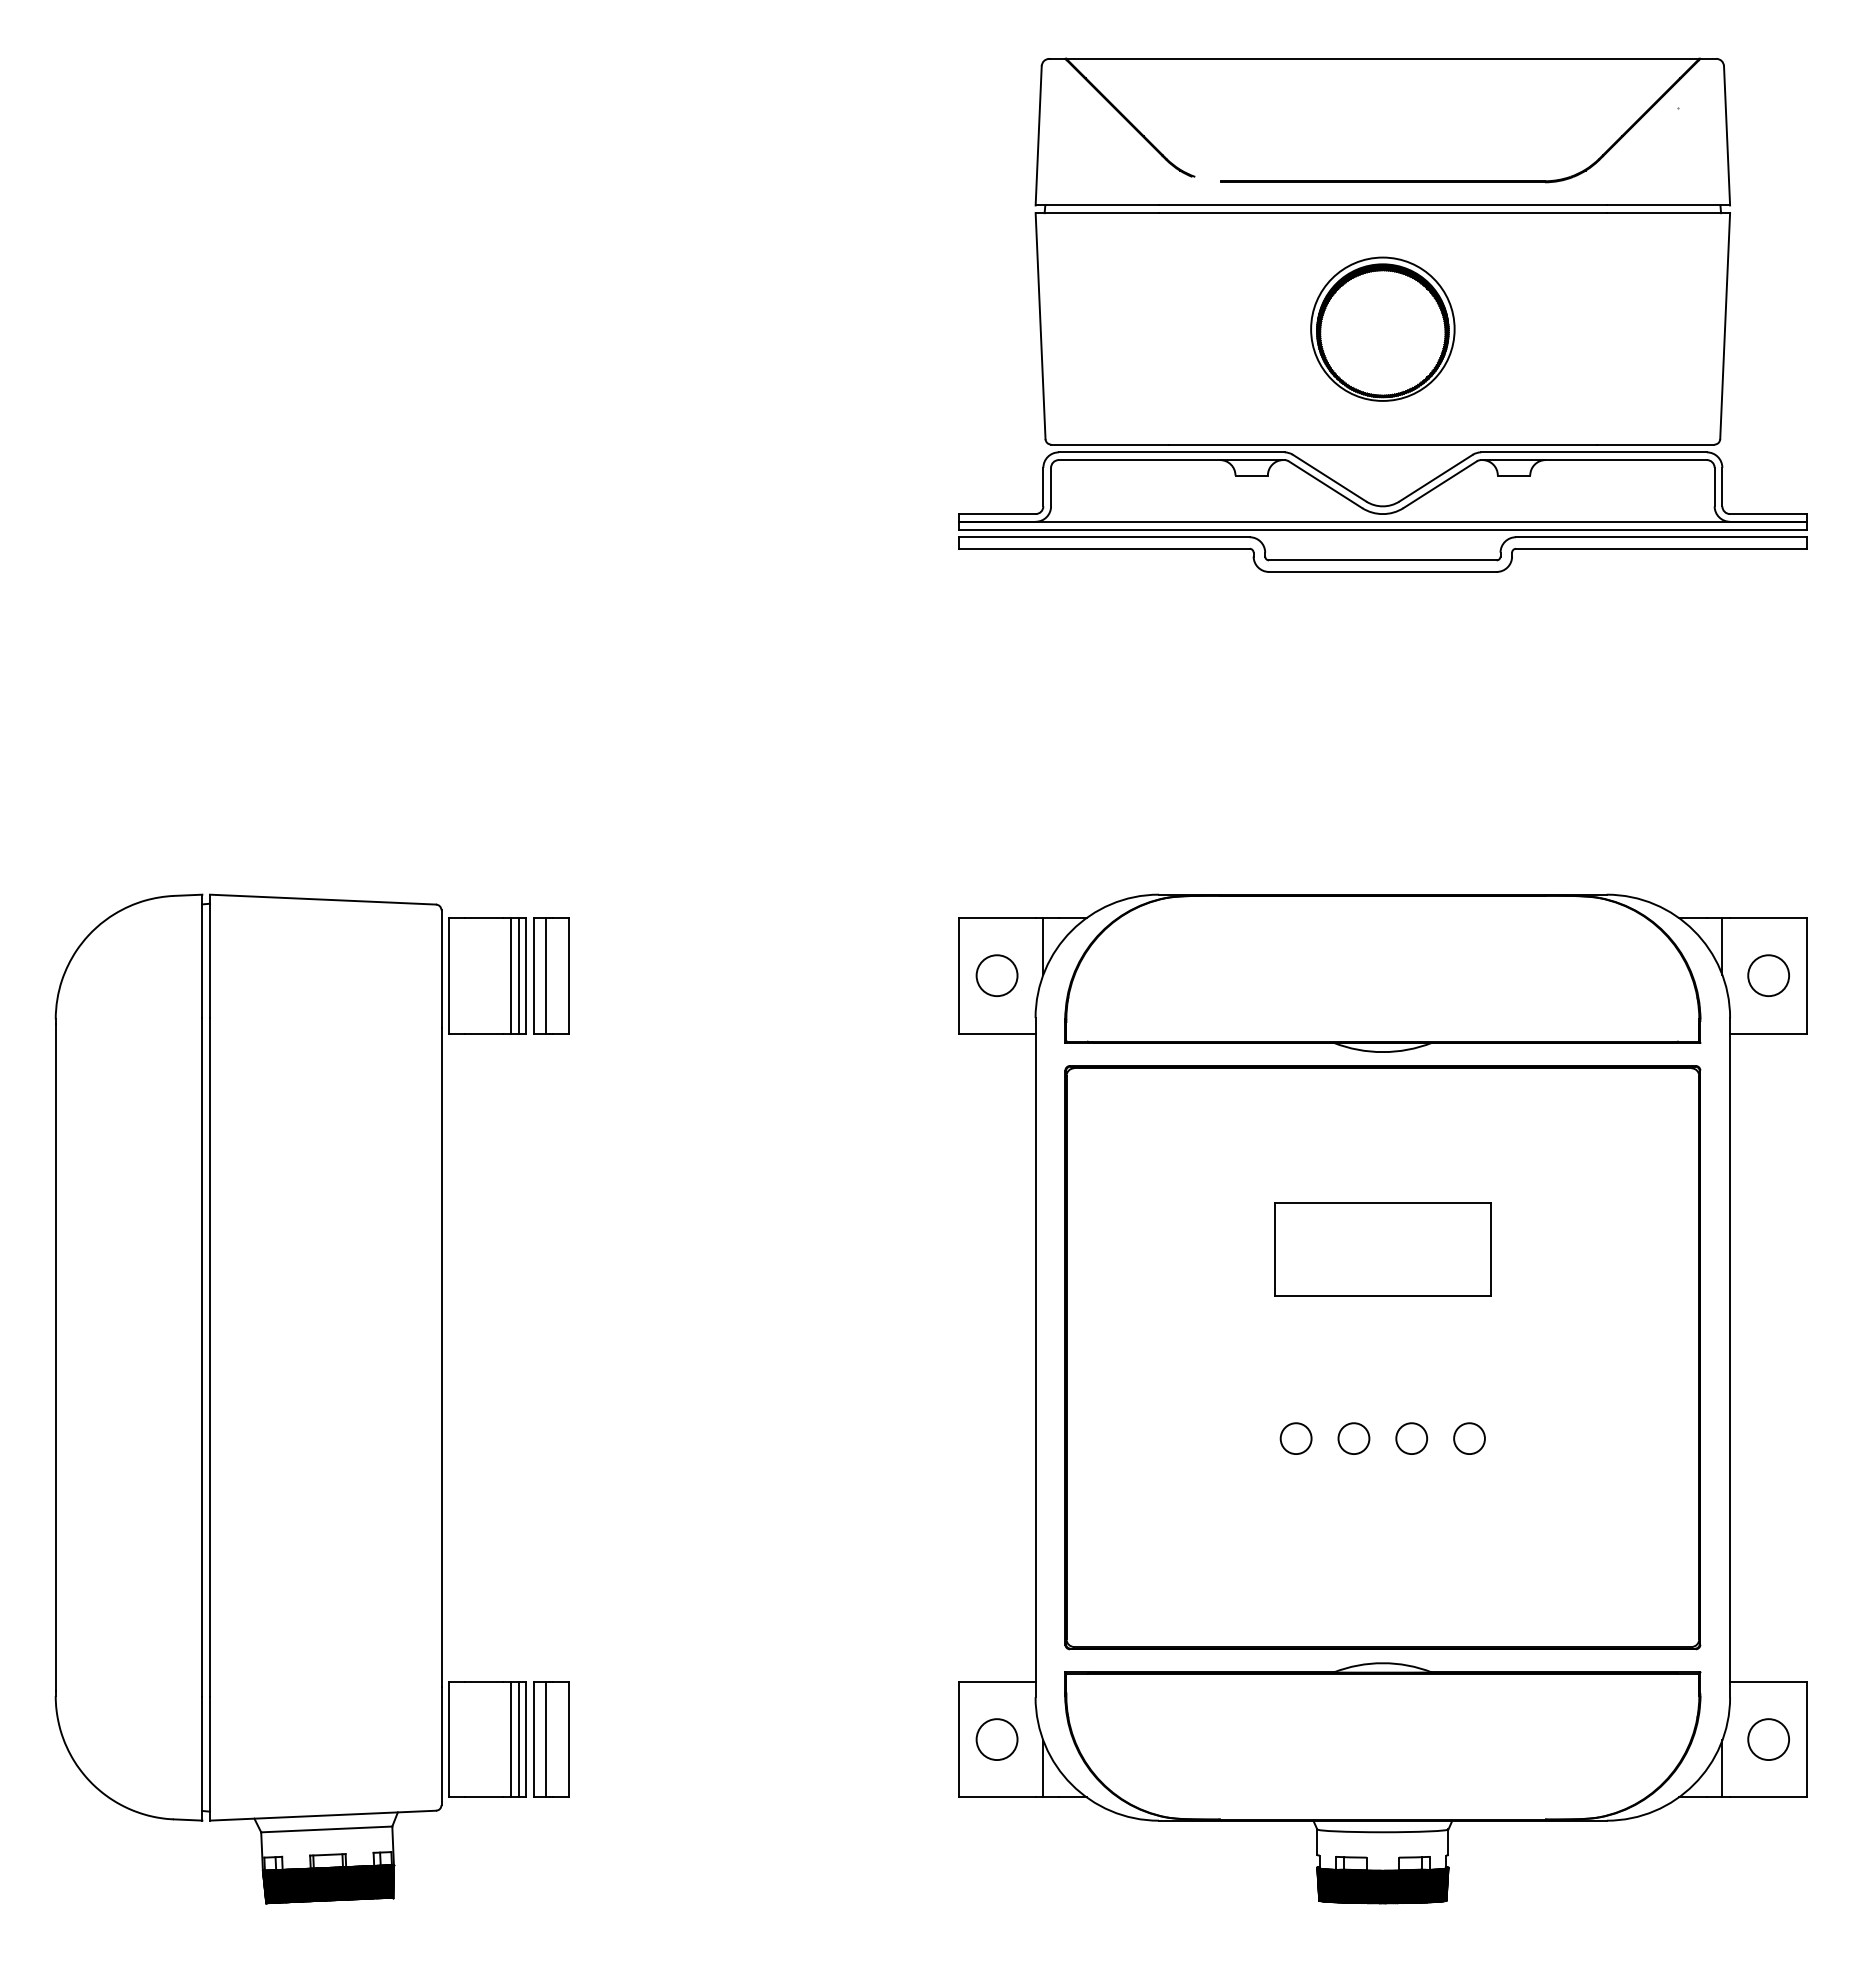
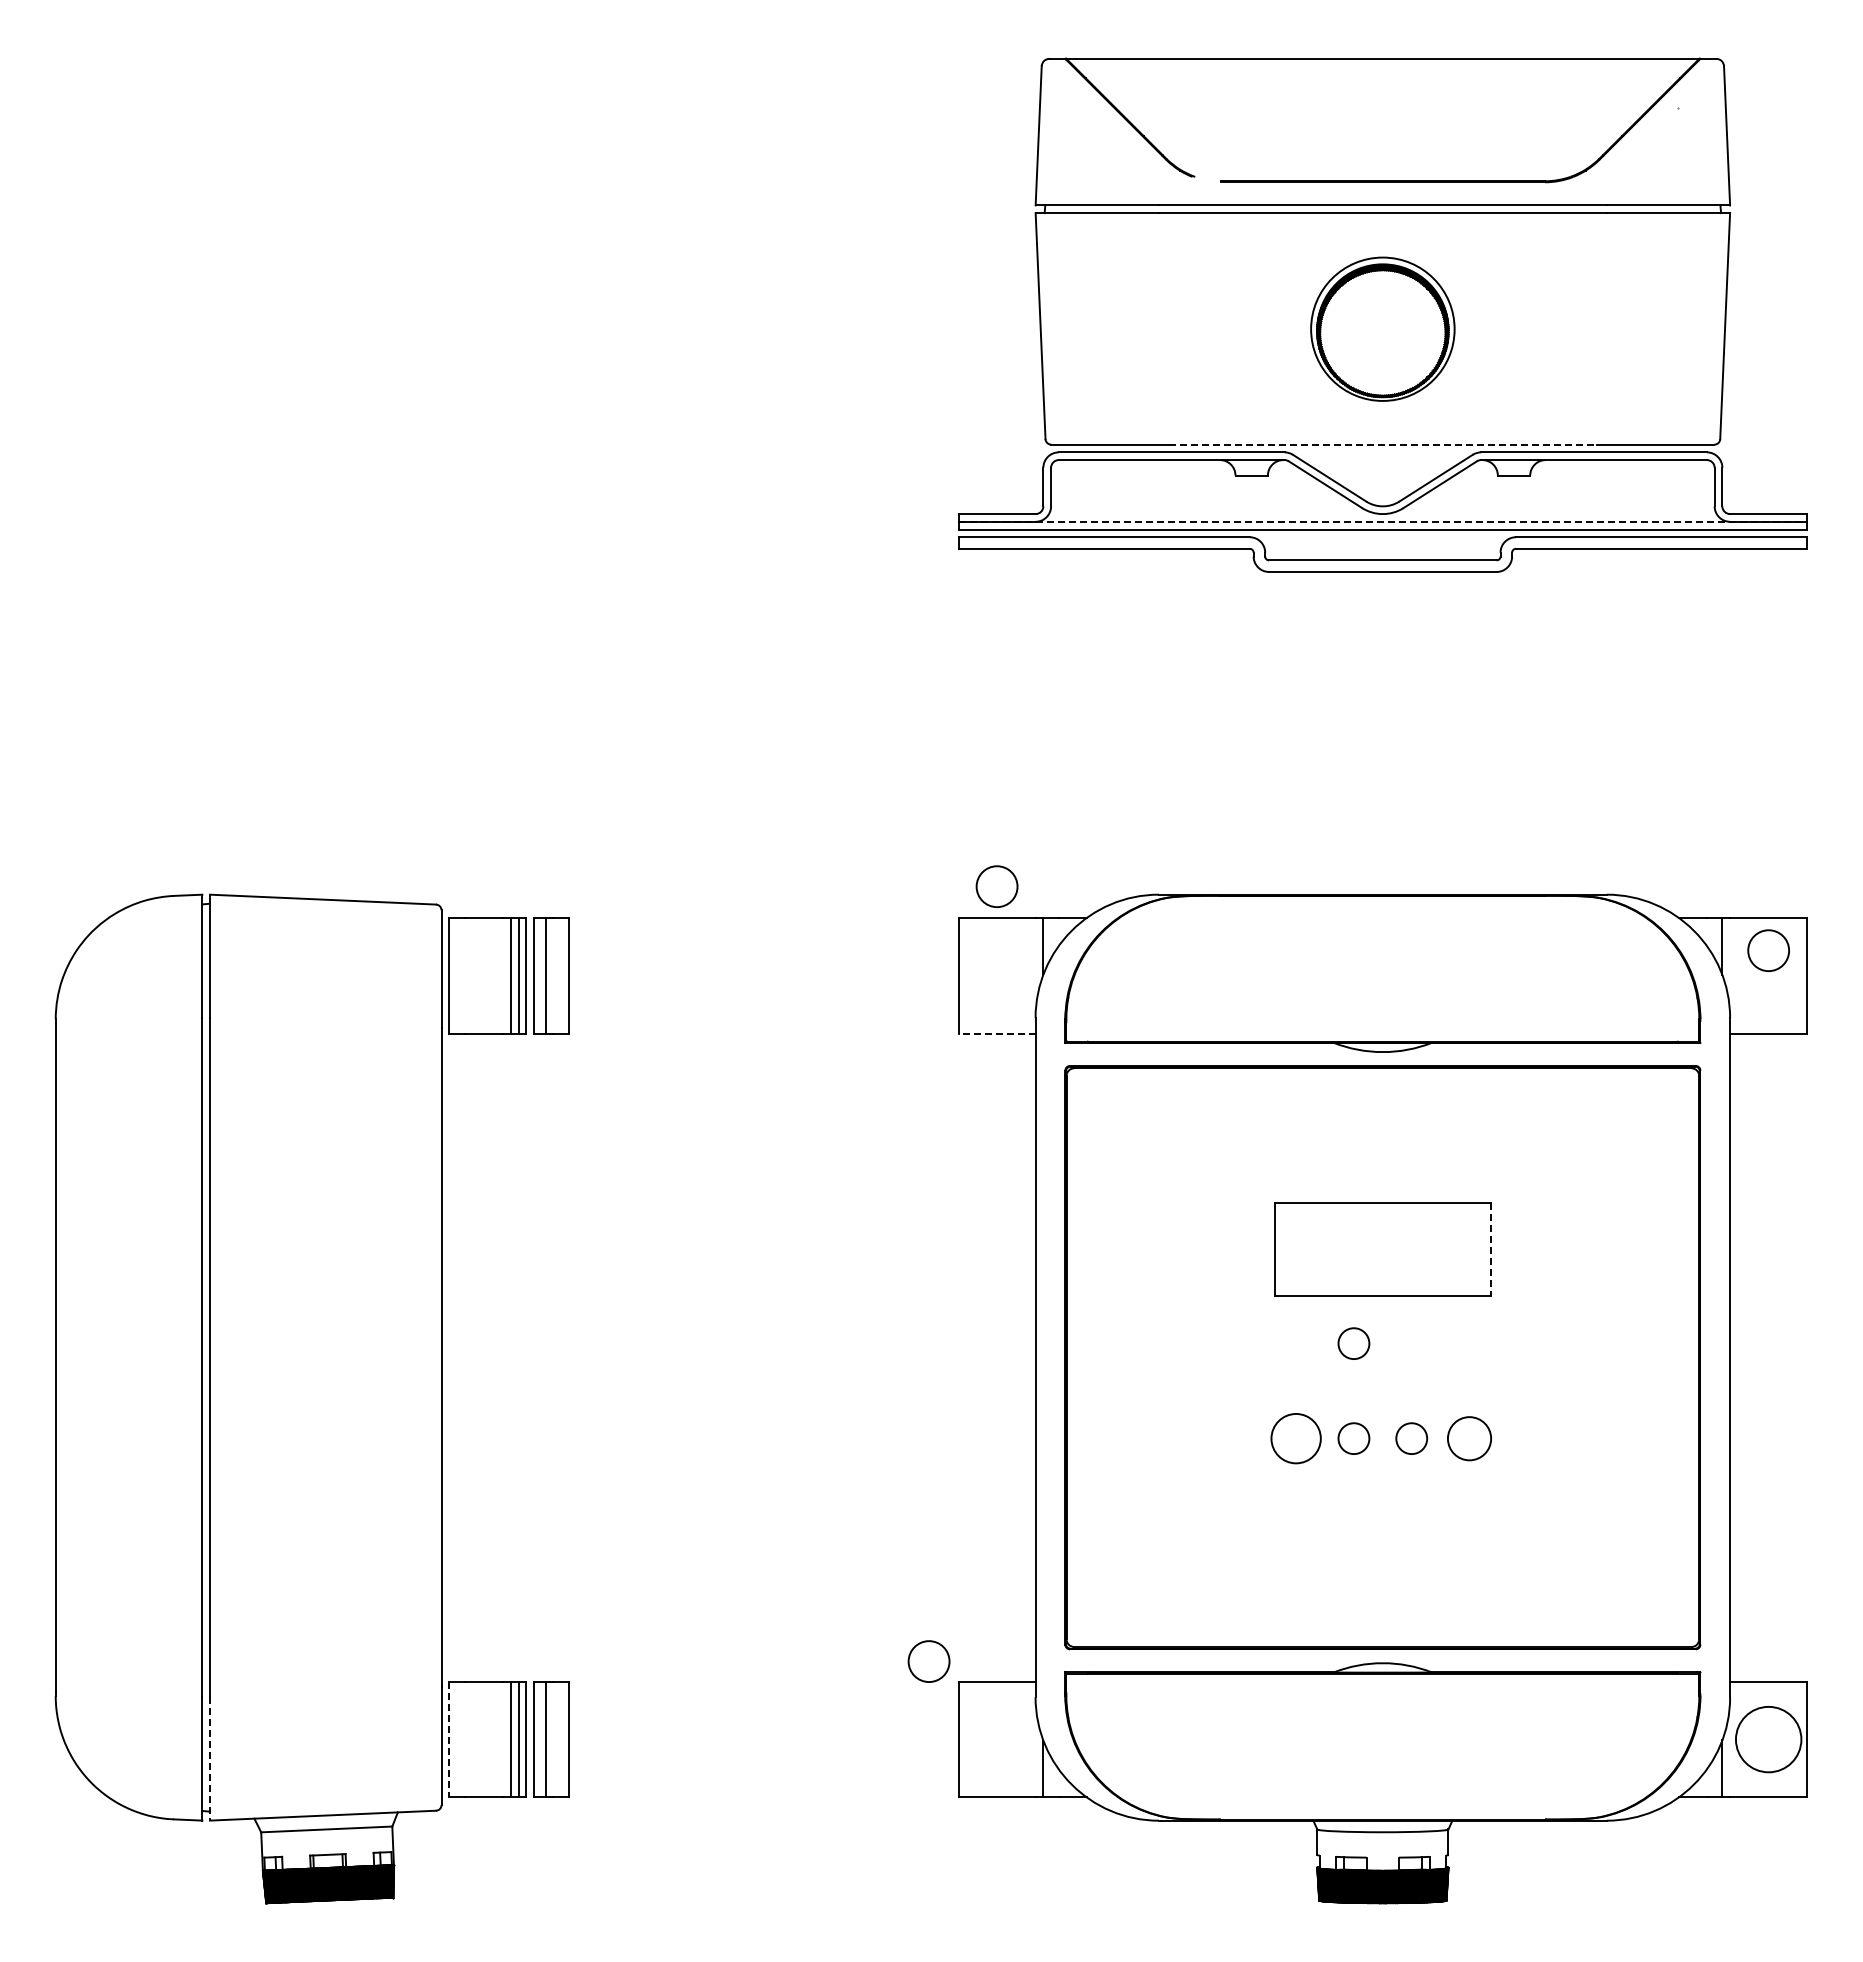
line at (1383, 444): solid -> dashed
line at (1383, 521): solid -> dashed
circle at (996, 975) position: (996, 975) -> (996, 886)
circle at (1768, 975) position: (1768, 975) -> (1768, 950)
line at (997, 1033): solid -> dashed
line at (1490, 1250): solid -> dashed
circle at (1353, 1343): none -> present
circle at (1295, 1438) diameter: 31 px -> 49 px
circle at (1469, 1438) size: 33x33 px -> 45x46 px
line at (449, 1739): solid -> dashed
circle at (996, 1739) position: (996, 1739) -> (928, 1661)
circle at (1768, 1739) diameter: 41 px -> 65 px
line at (210, 1758): solid -> dashed
